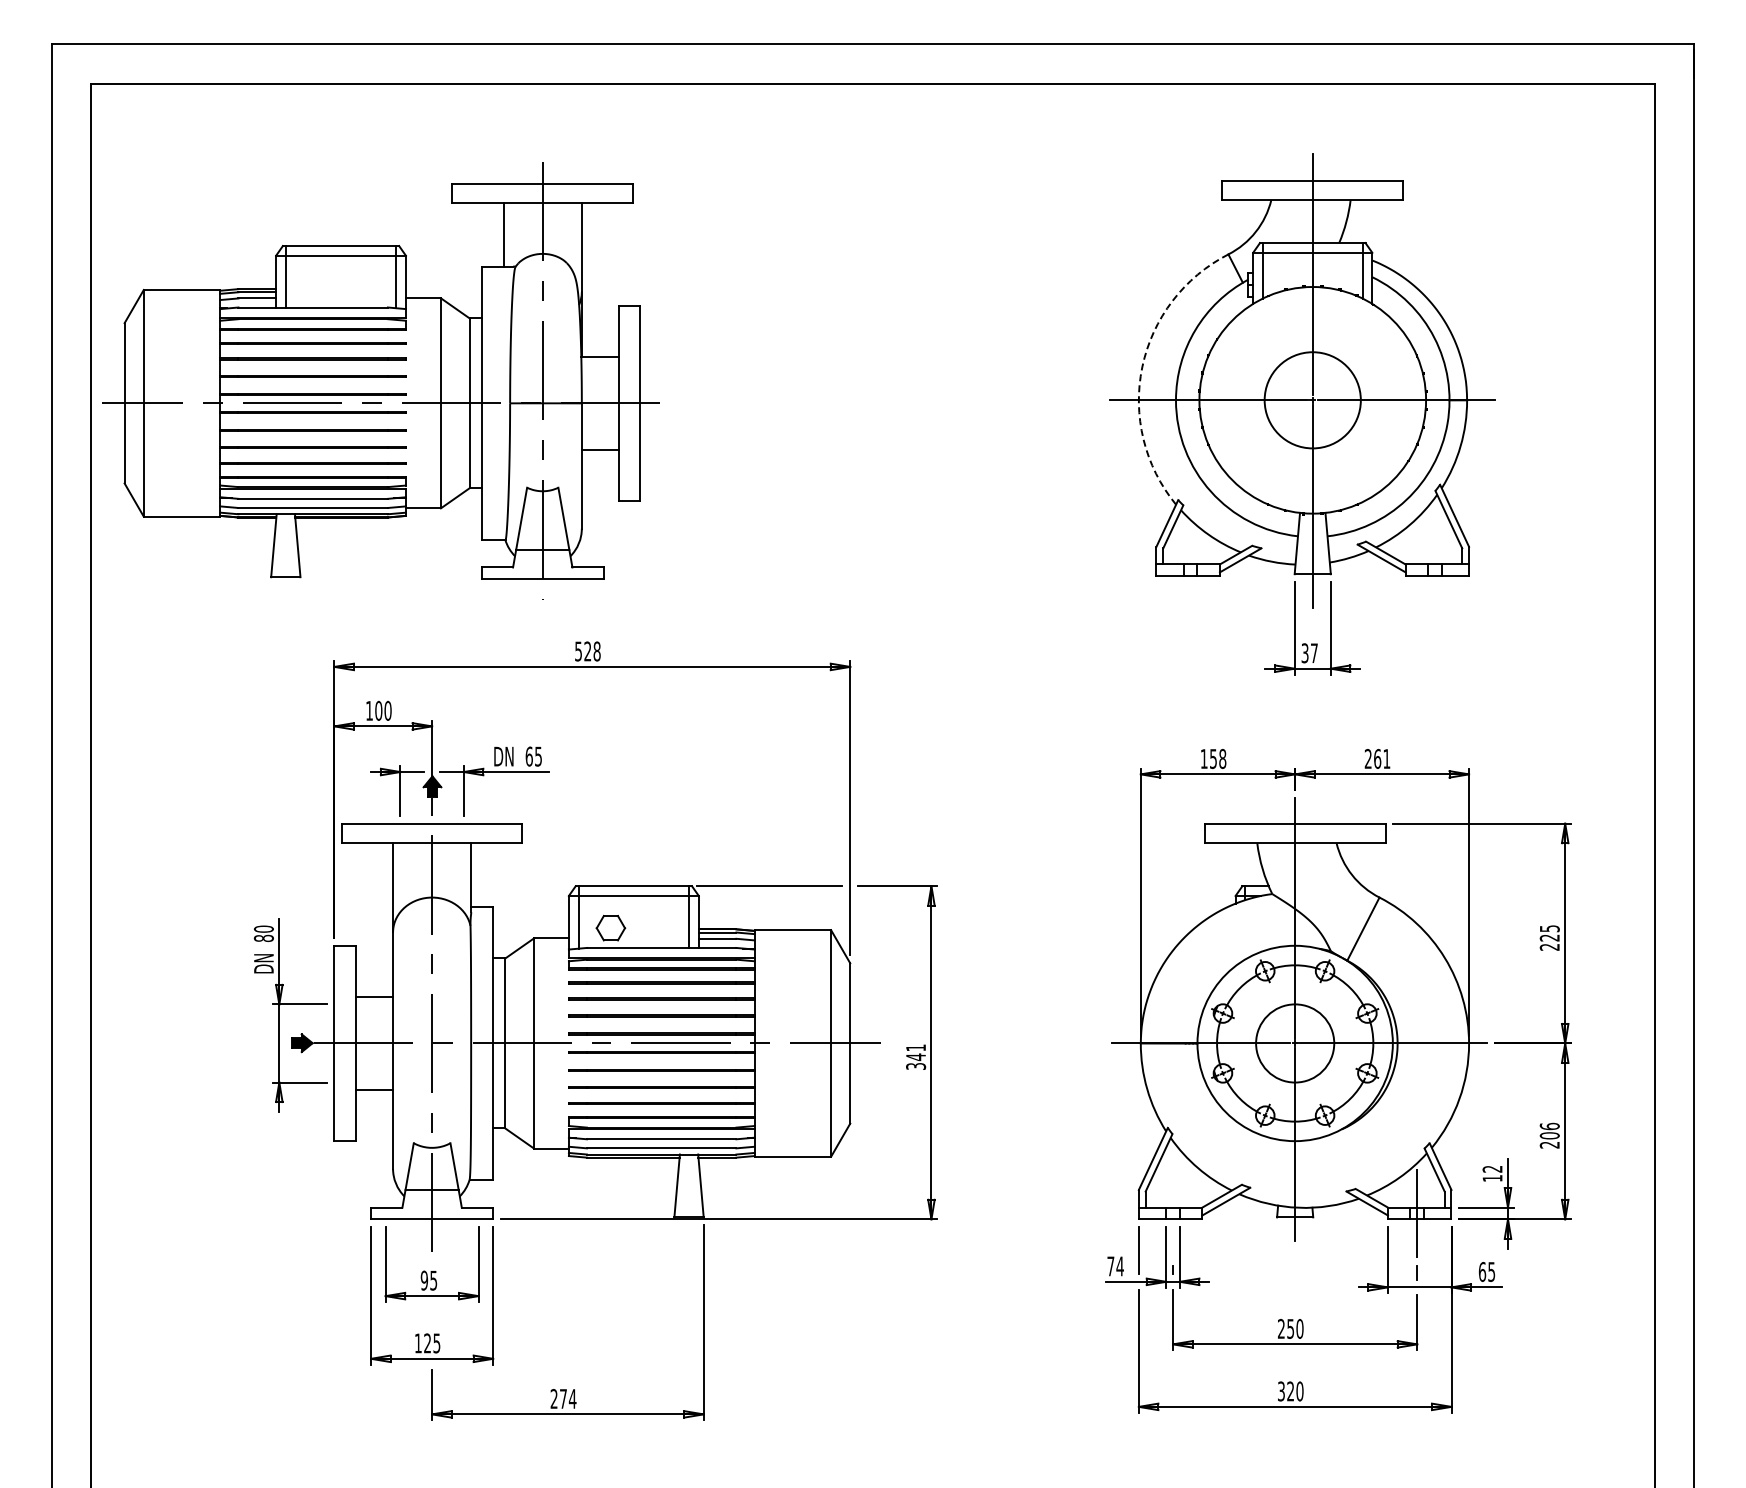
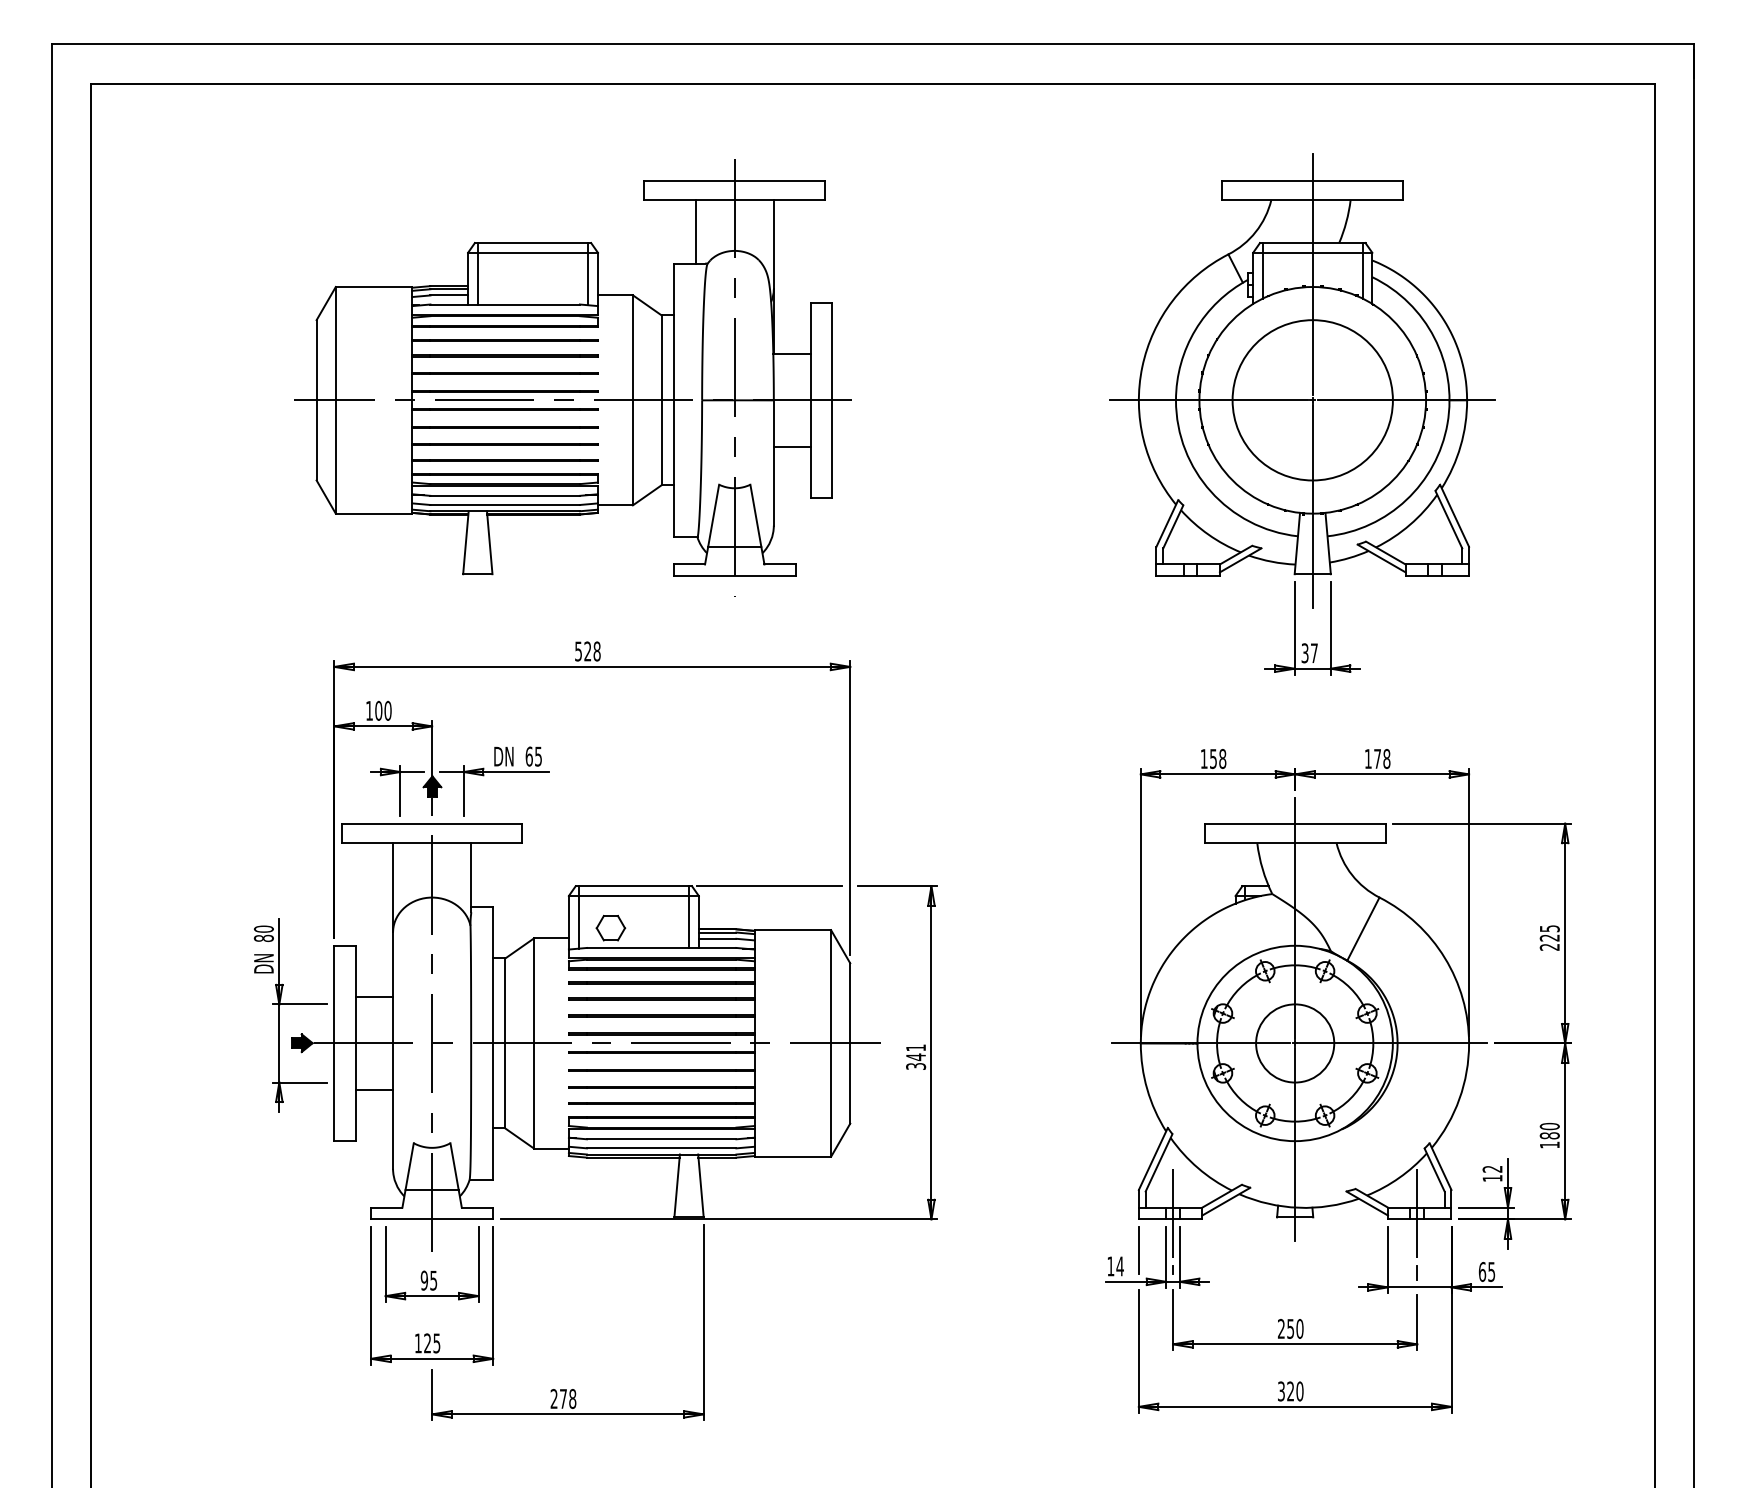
arc at (1142, 367): dashed -> solid
part at (380, 380) position: (380, 380) -> (572, 377)
circle at (1312, 400) diameter: 96 px -> 160 px
text at (1377, 758): 261 -> 178
text at (1549, 1135): 206 -> 180
line at (1173, 1213): none -> present
text at (1110, 1266): 74 -> 14
text at (572, 1399): 274 -> 278
